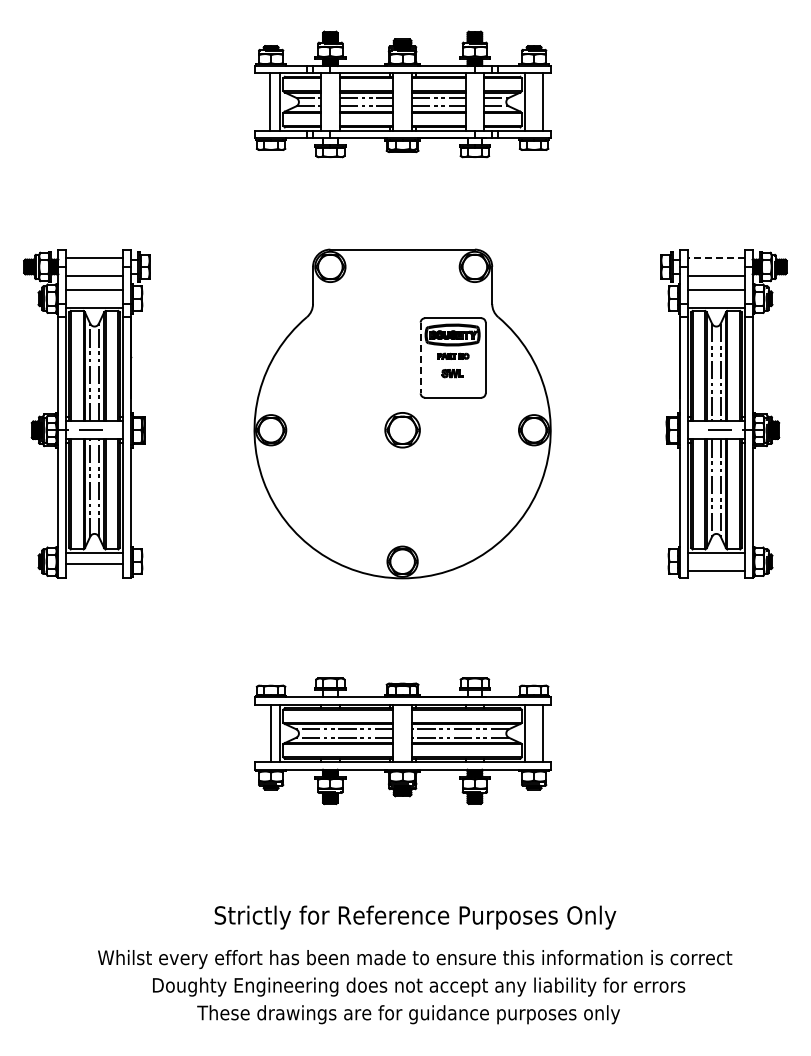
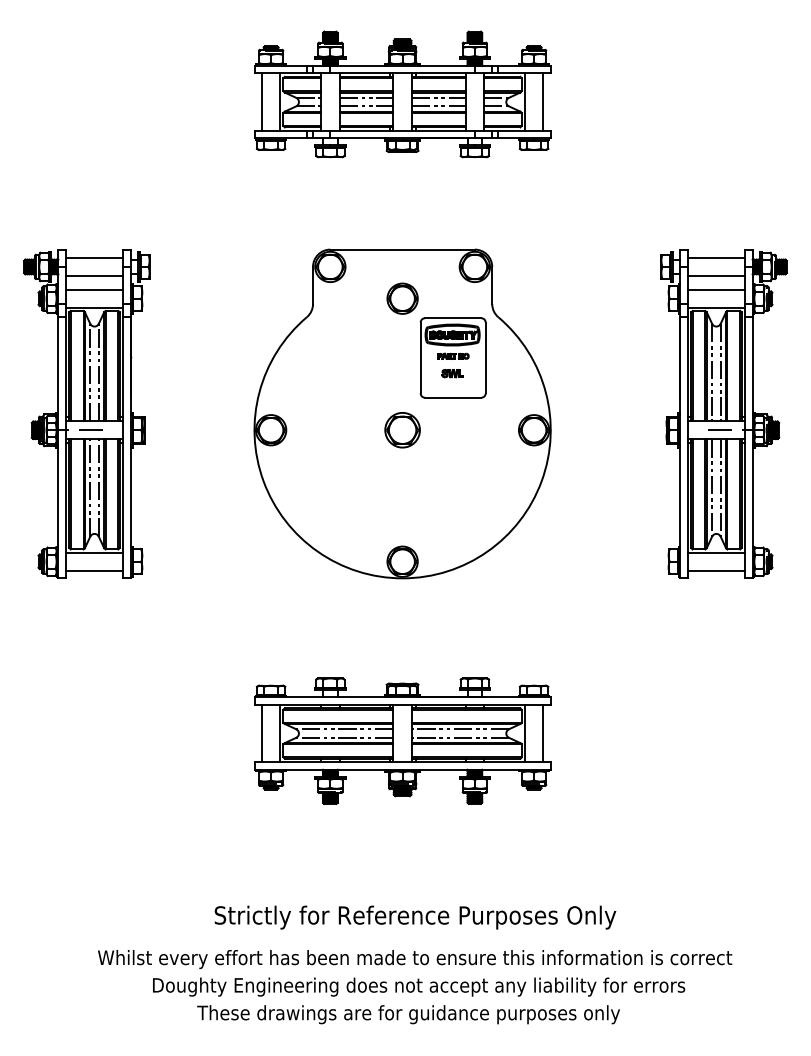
line at (269, 102) position: (269, 102) -> (261, 102)
line at (716, 257): dashed -> solid
part at (402, 298): none -> present
line at (420, 358): dashed -> solid
line at (94, 563) position: (94, 563) -> (94, 570)
line at (270, 733) position: (270, 733) -> (261, 733)
